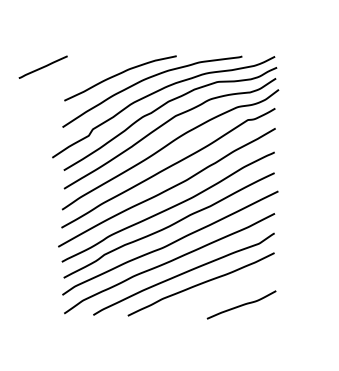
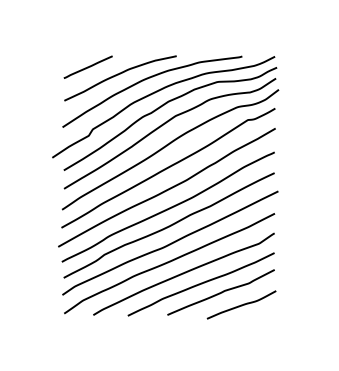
line at (42, 66) position: (42, 66) -> (87, 66)
curve at (220, 292): none -> present
